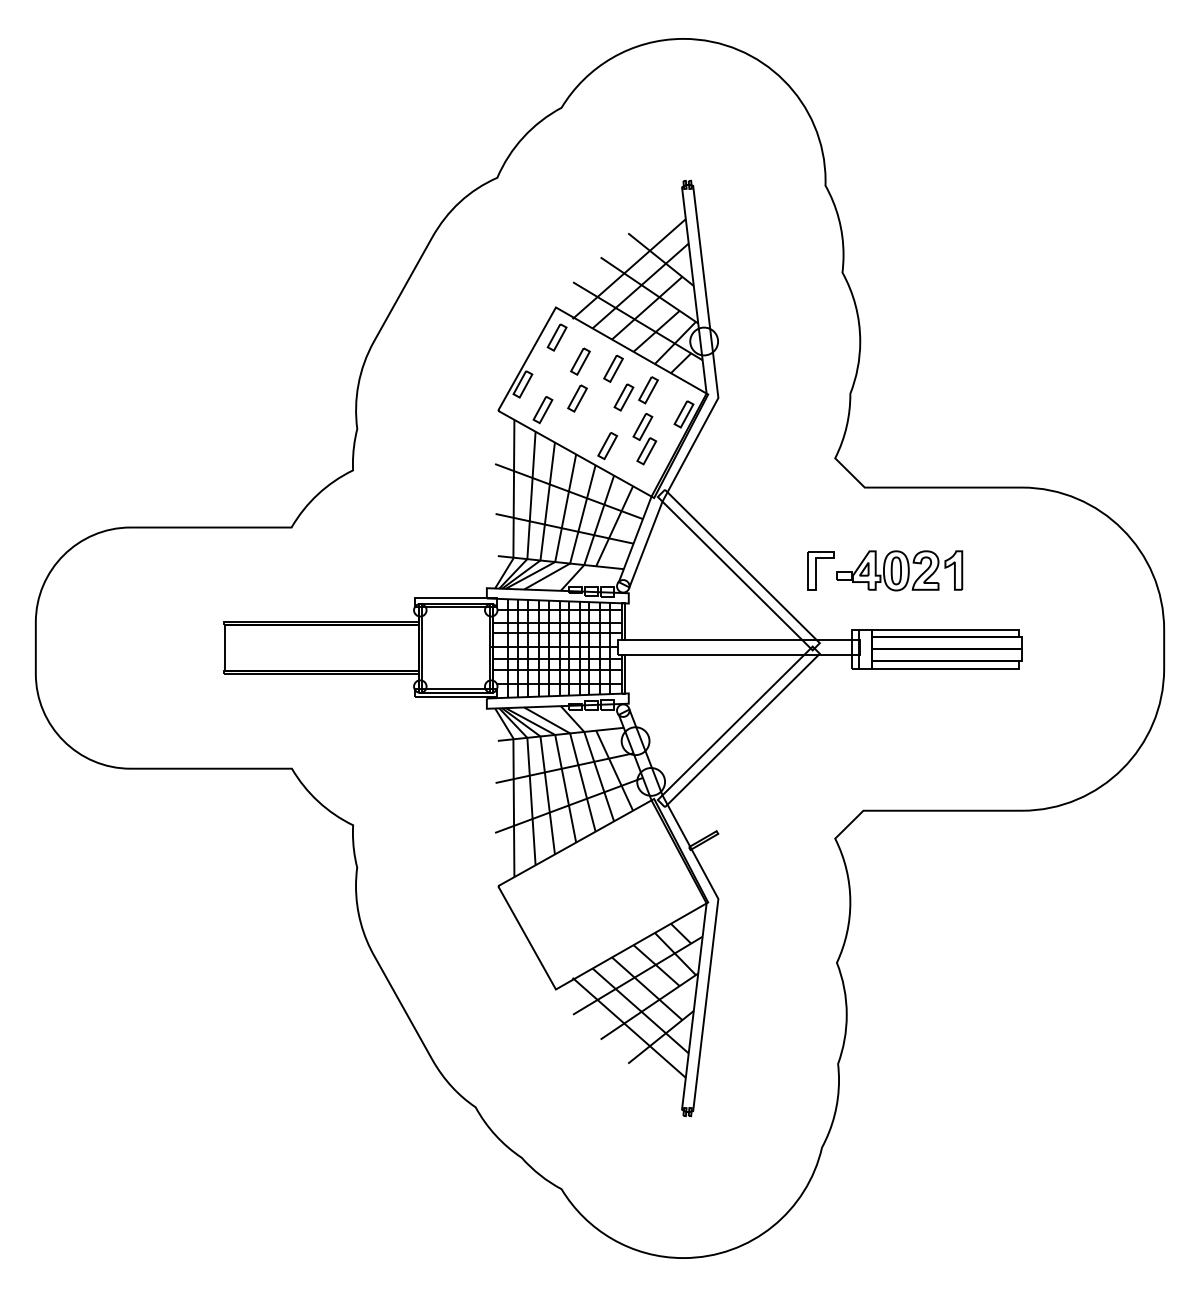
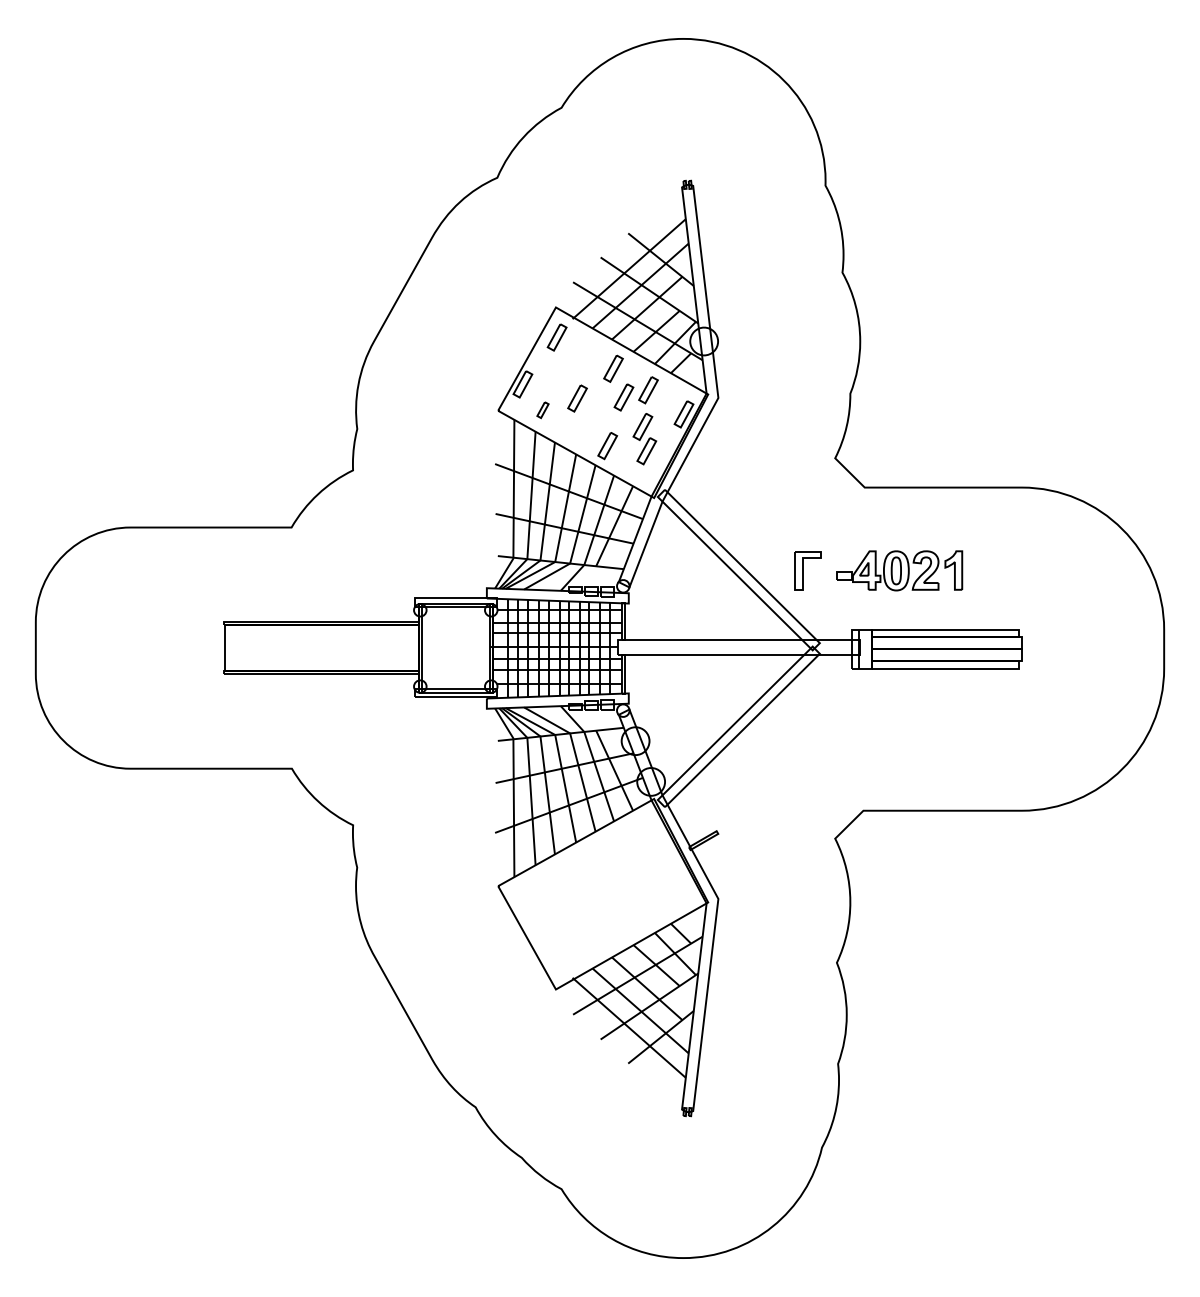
part at (580, 361): present -> none
part at (542, 410) size: 22x29 px -> 14x19 px
part at (820, 570) position: (820, 570) -> (807, 570)
